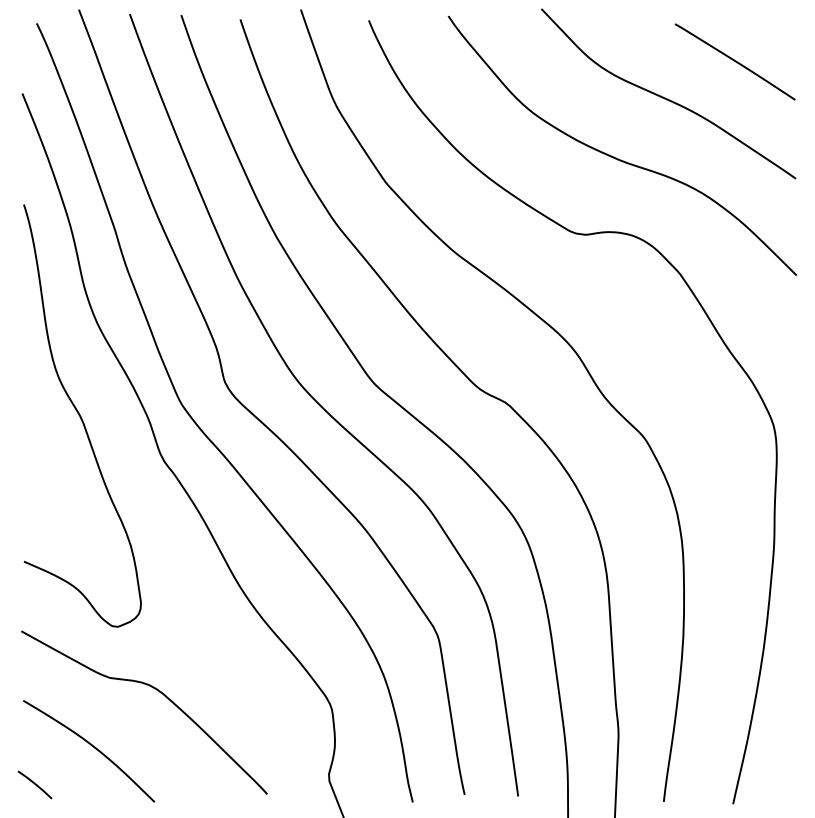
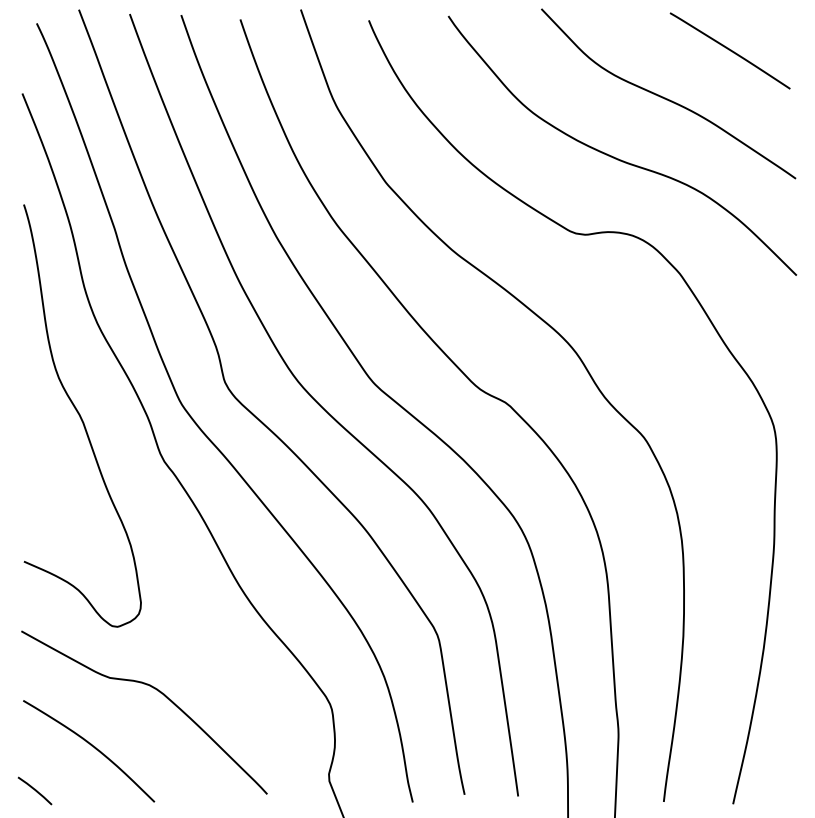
line at (734, 61) position: (734, 61) -> (729, 50)
line at (35, 784) position: (35, 784) -> (35, 790)
